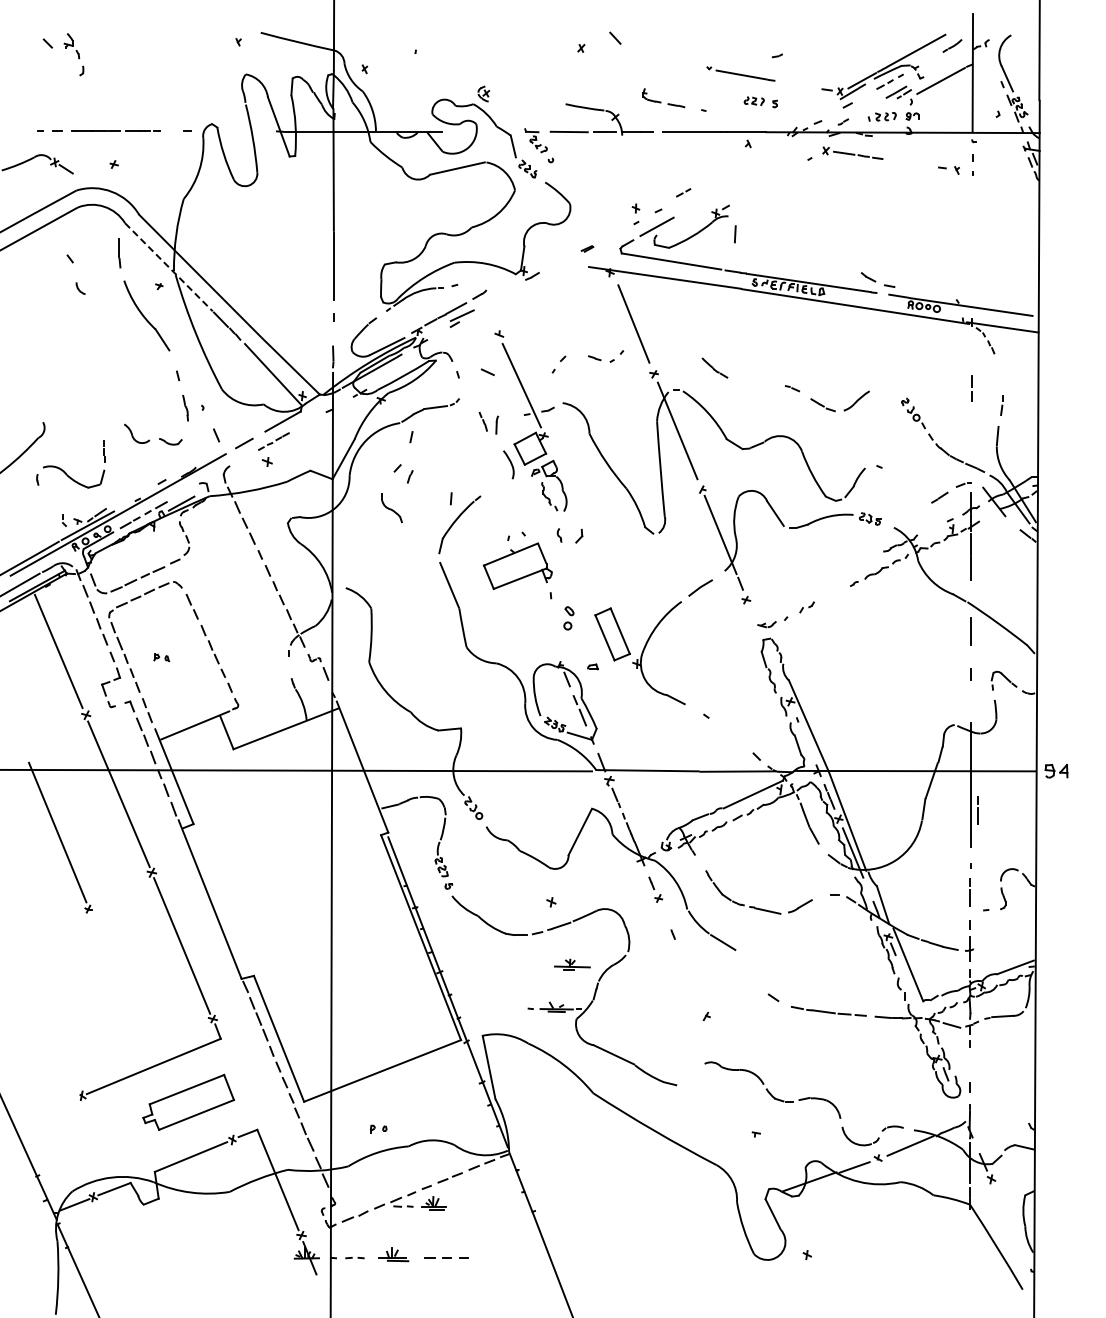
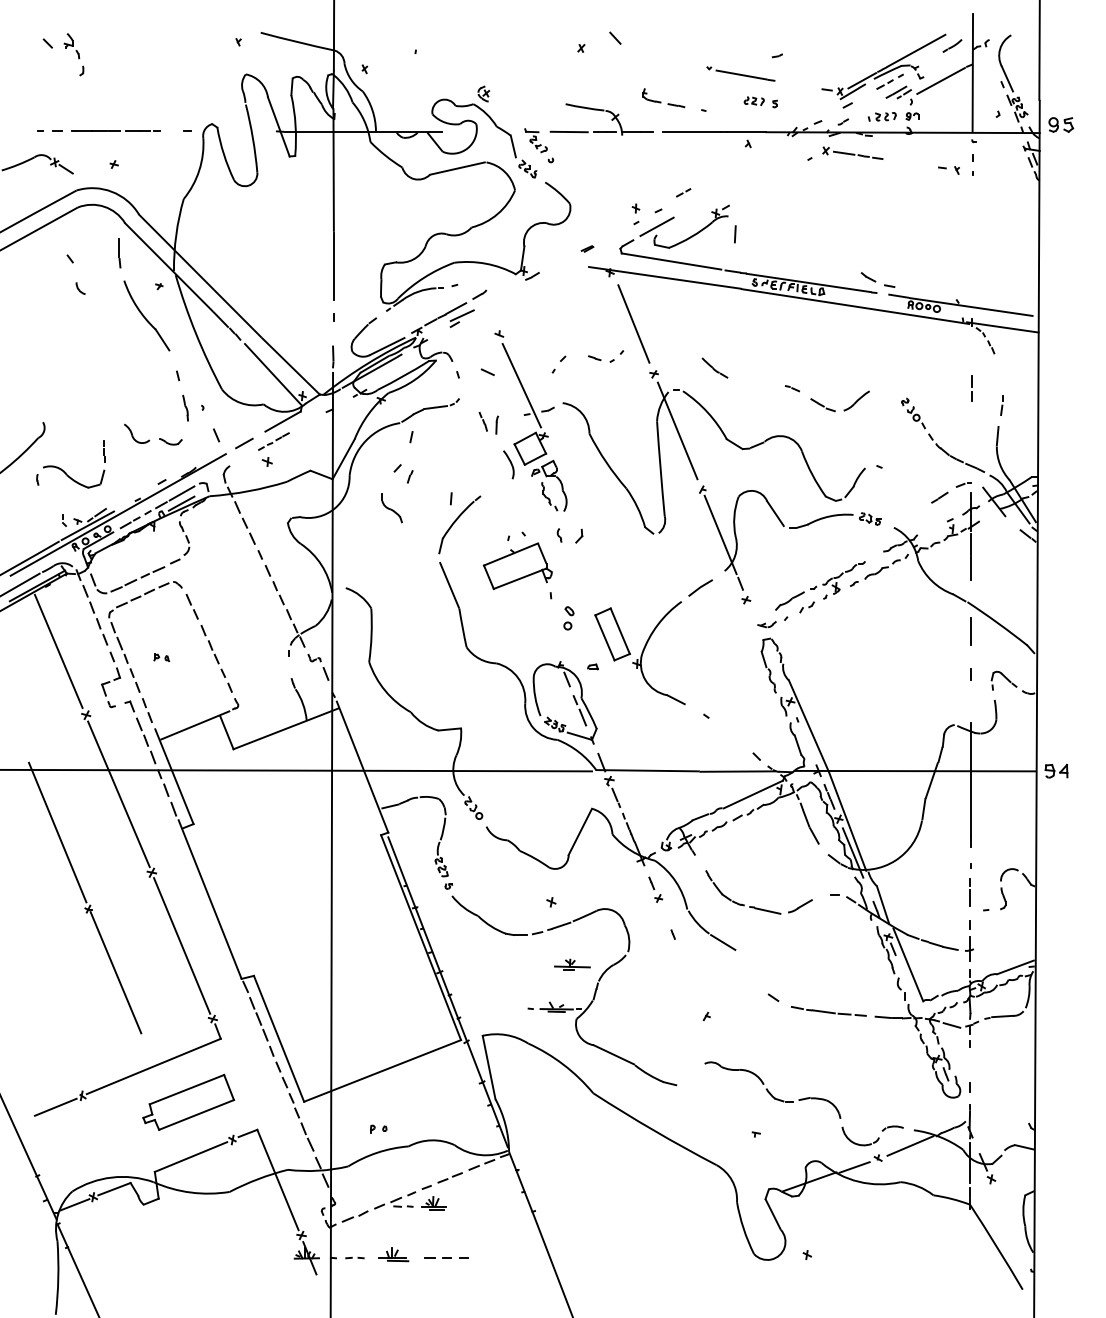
part at (1061, 124): none -> present
line at (169, 267): dashed -> solid
line at (181, 493): none -> present
part at (820, 585): none -> present
line at (977, 810): present -> none
line at (115, 972): none -> present
line at (55, 1106): none -> present
